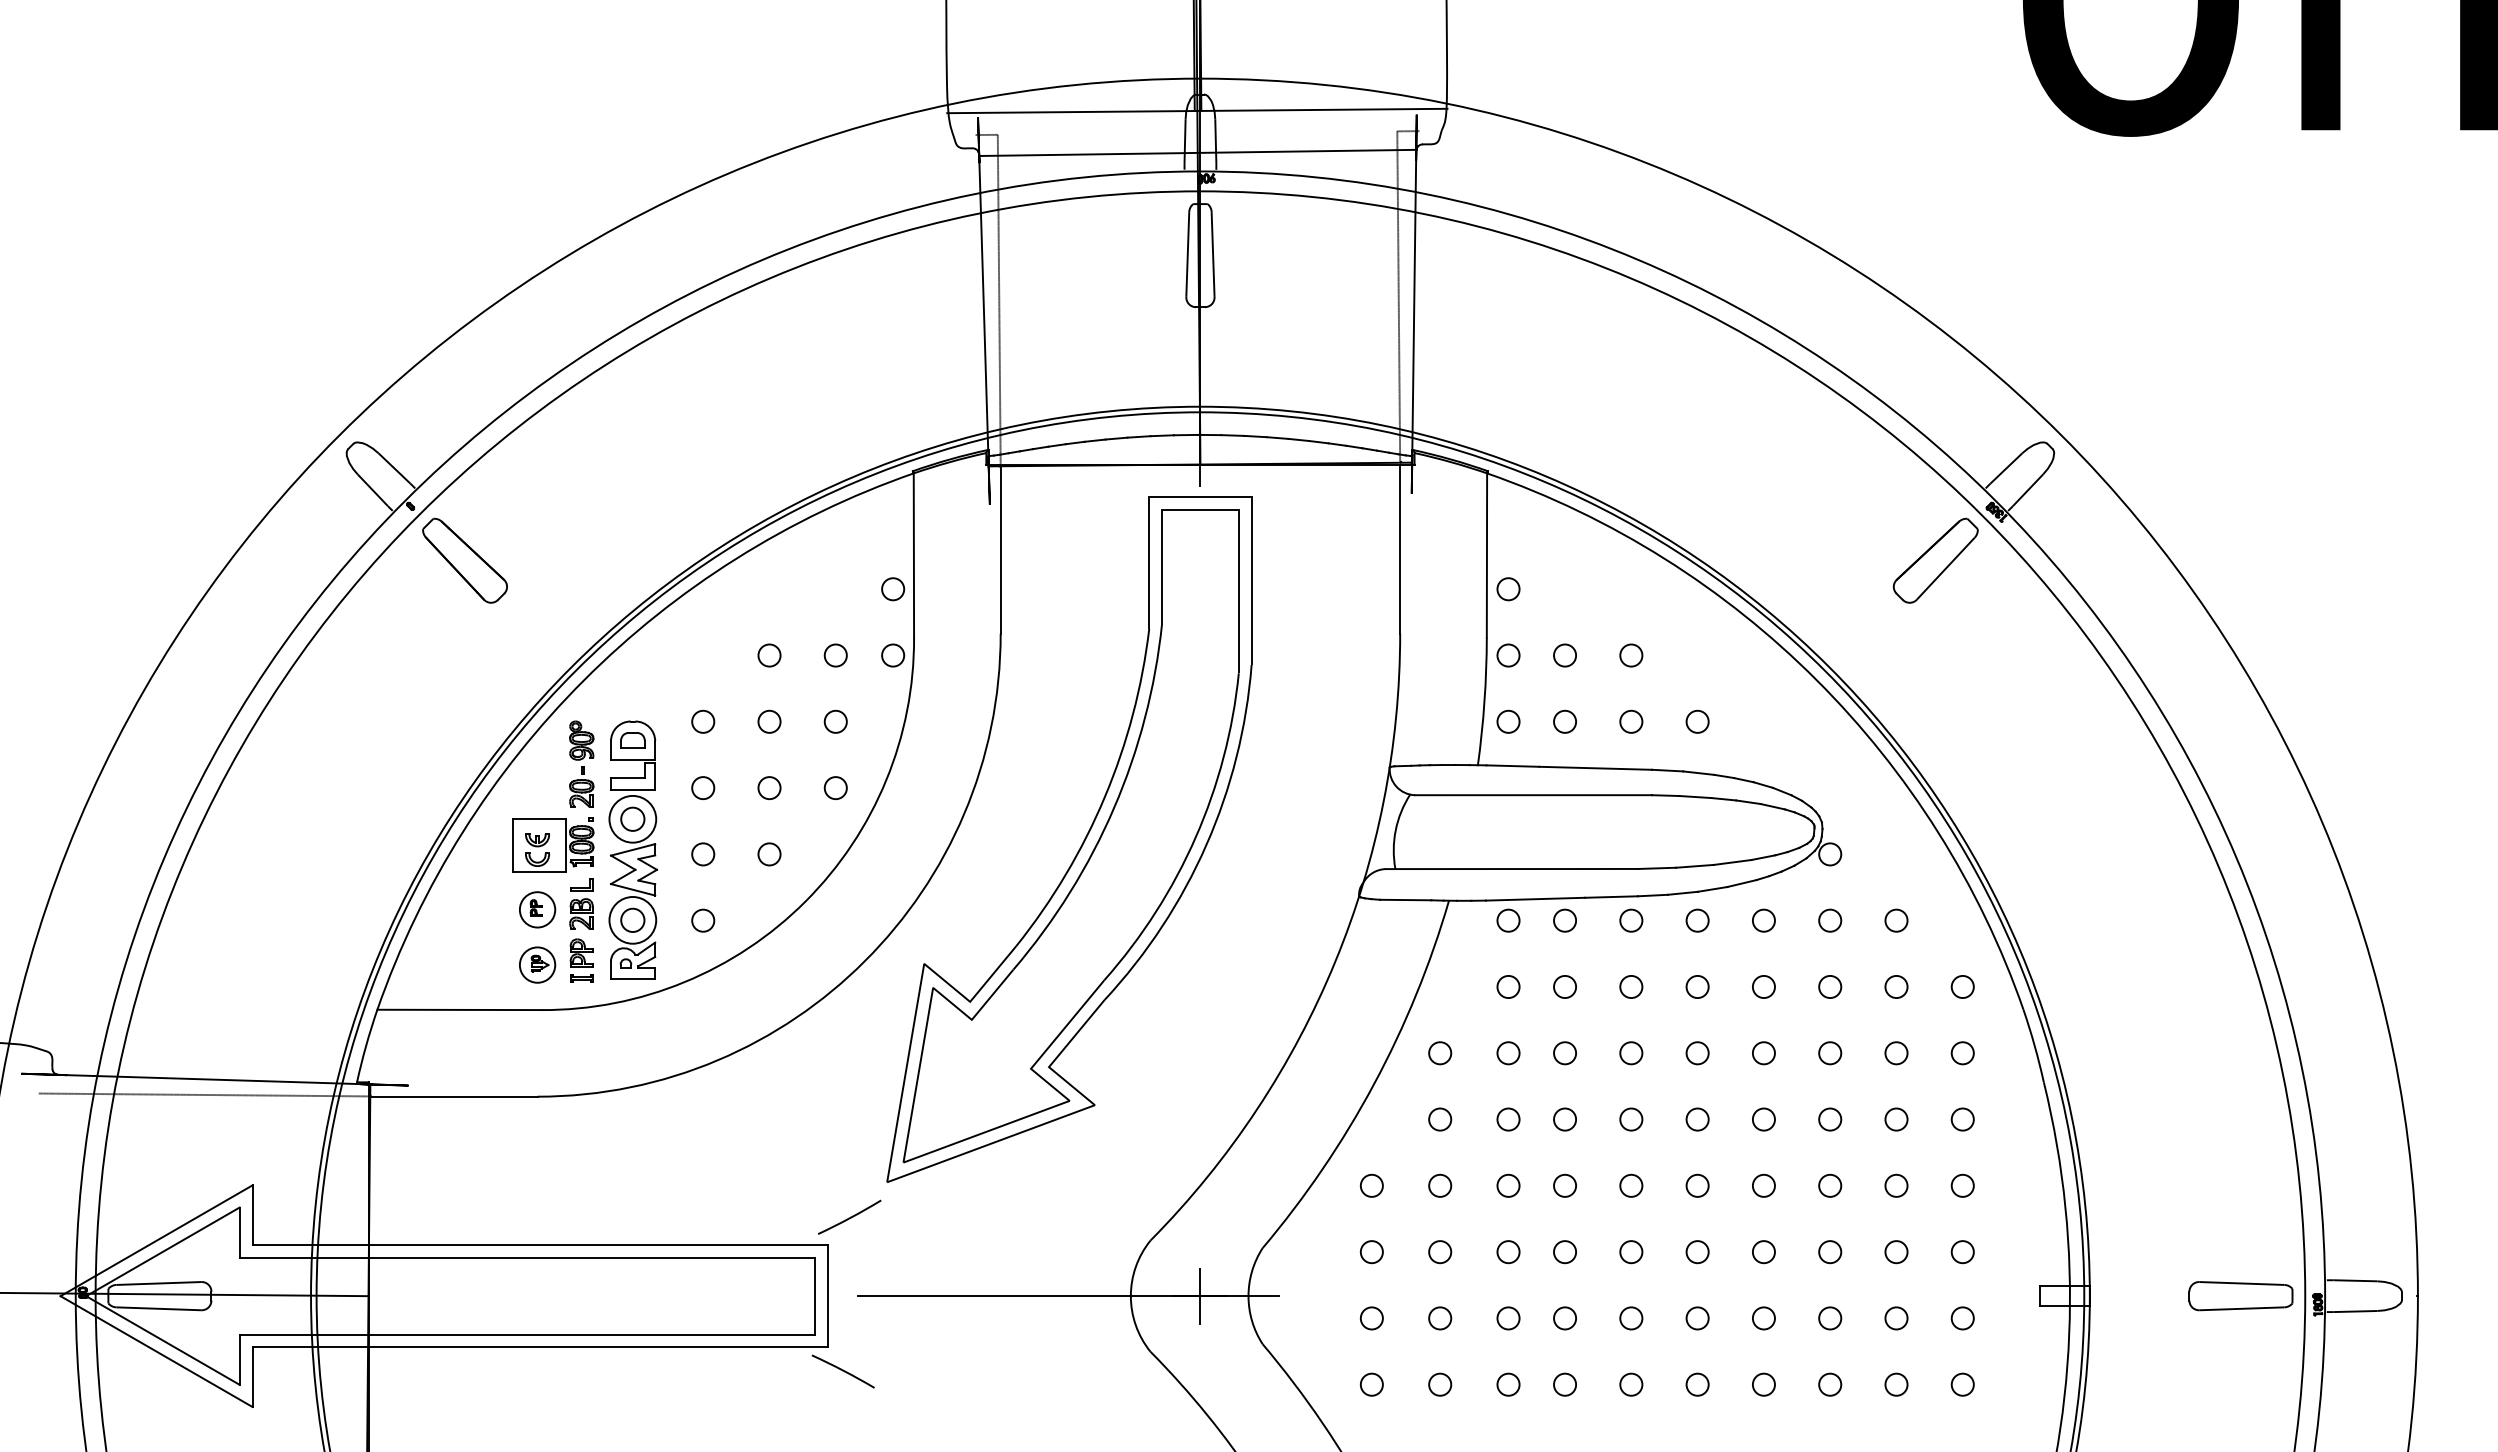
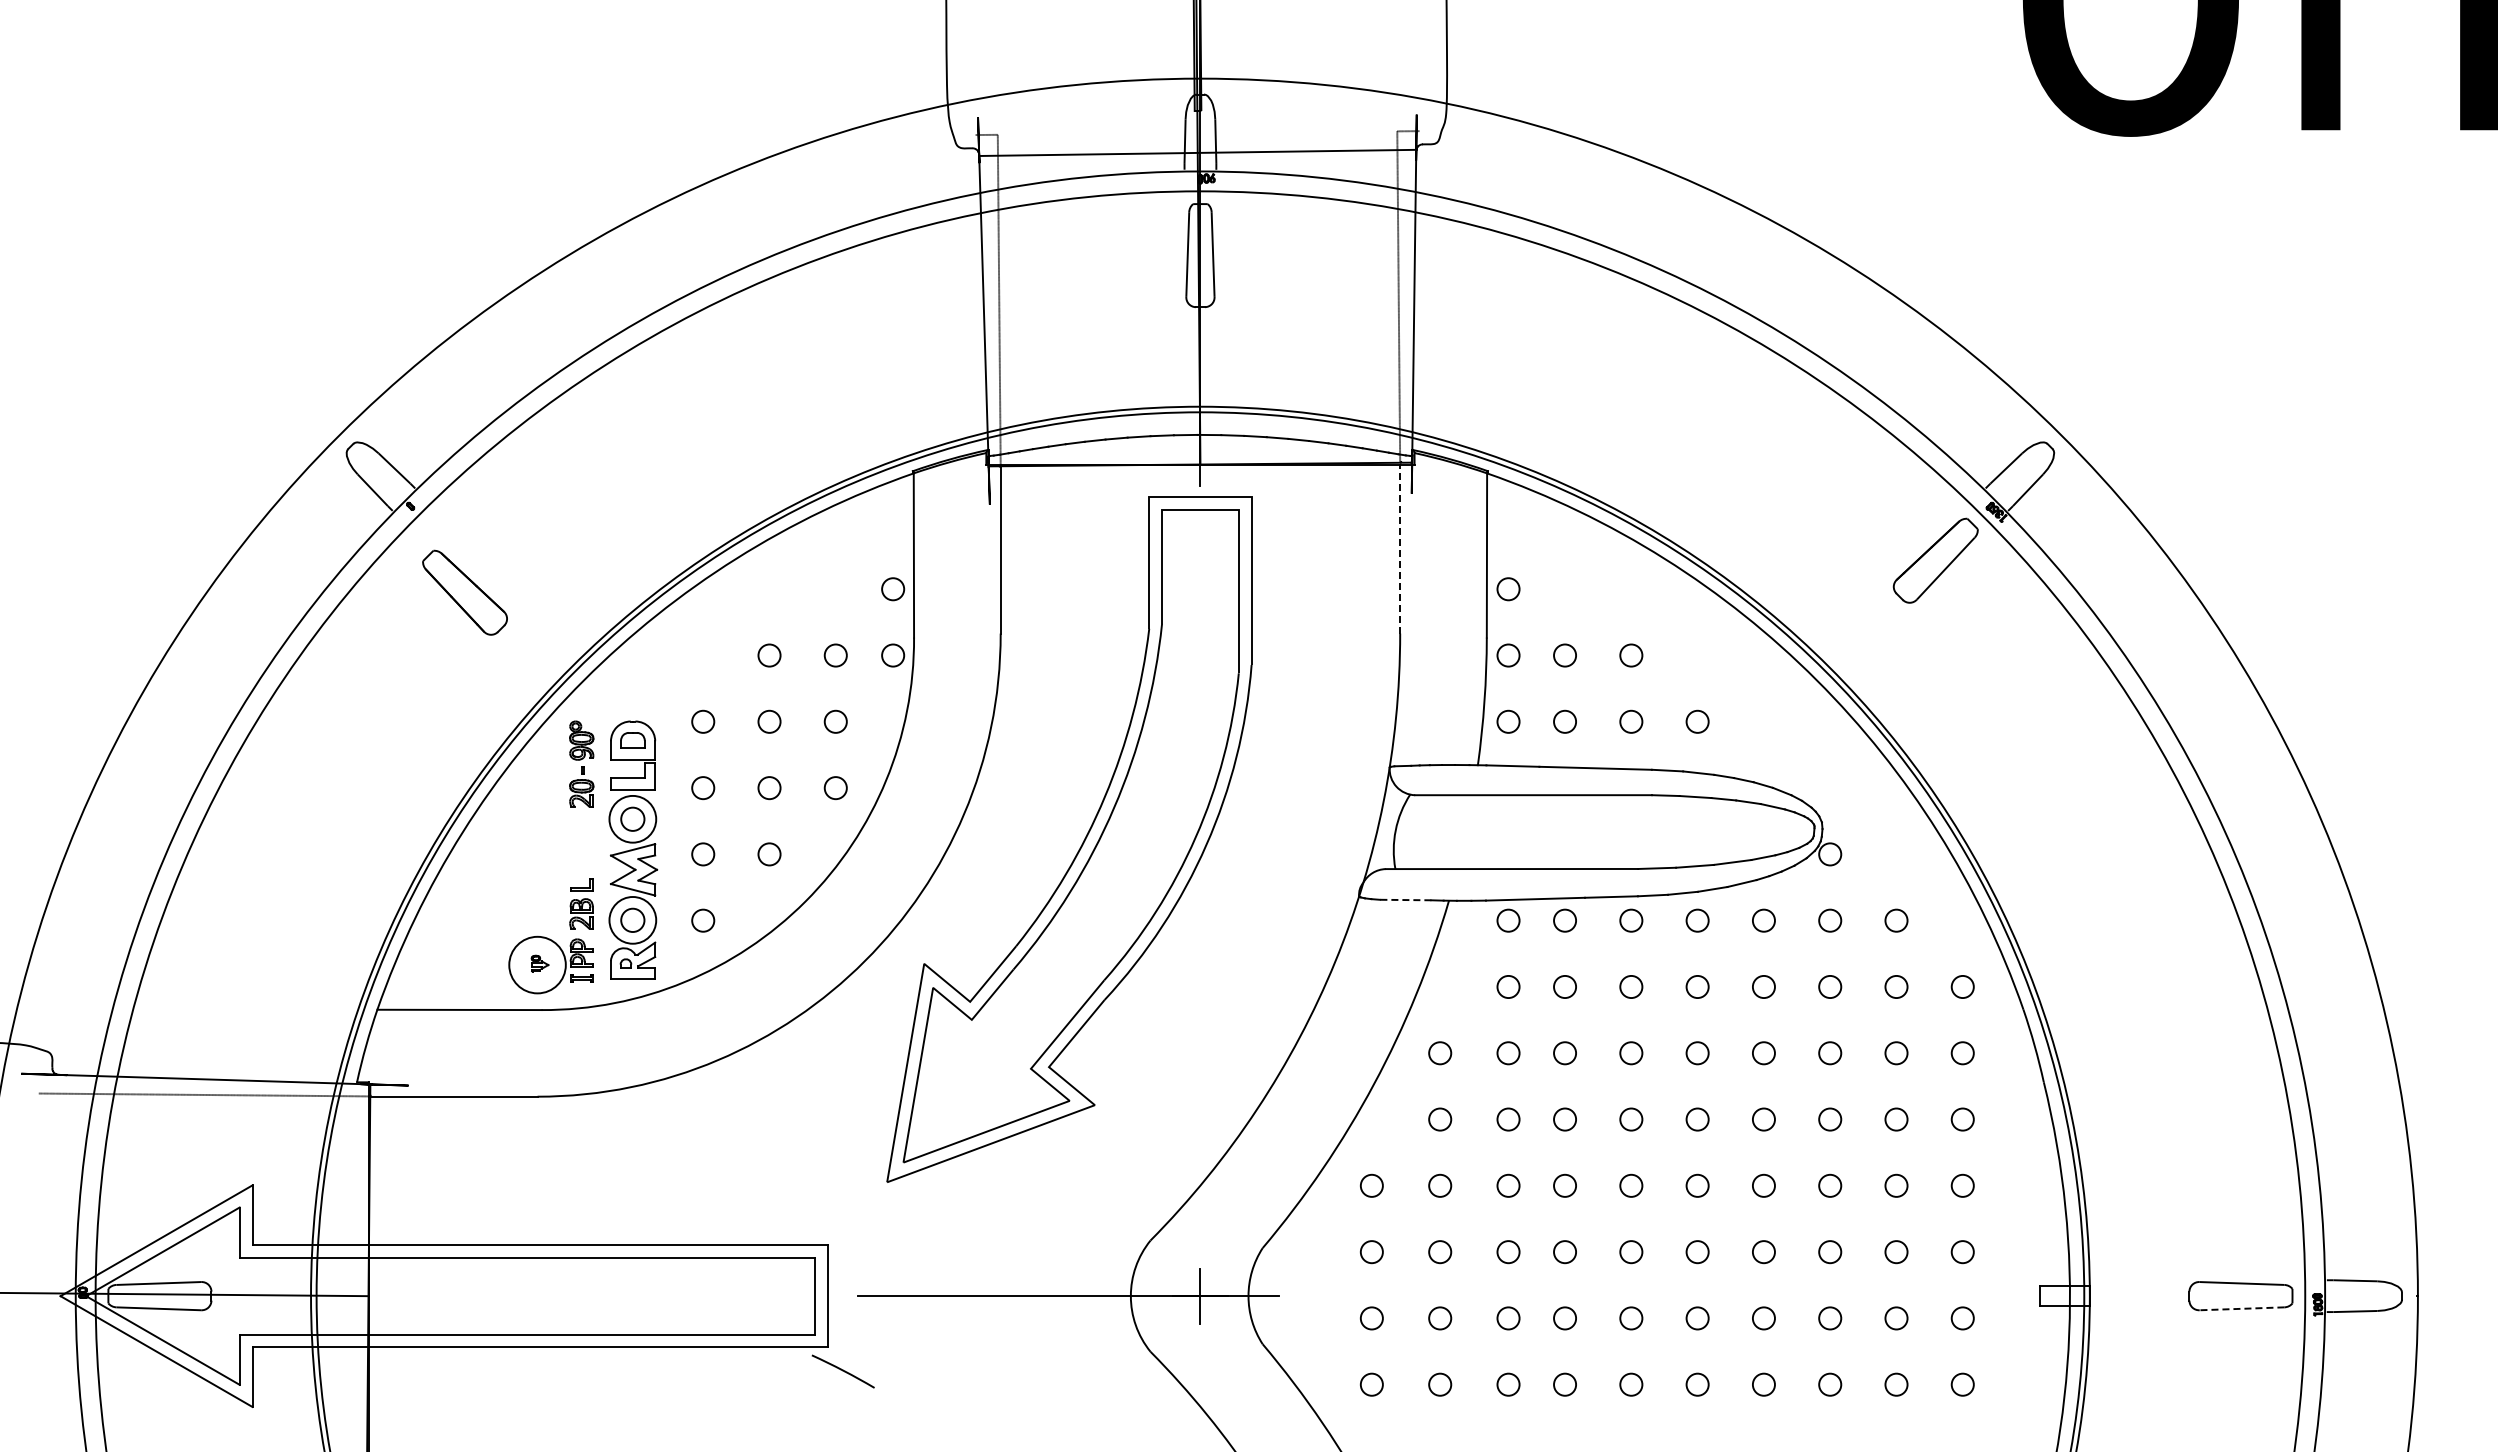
line at (1197, 110): present -> none
line at (1400, 549): solid -> dashed
part at (464, 560) position: (464, 560) -> (464, 592)
part at (553, 844): present -> none
line at (1405, 900): solid -> dashed
part at (537, 909): present -> none
circle at (537, 964) diameter: 35 px -> 57 px
line at (850, 1216): present -> none
line at (2241, 1308): solid -> dashed
